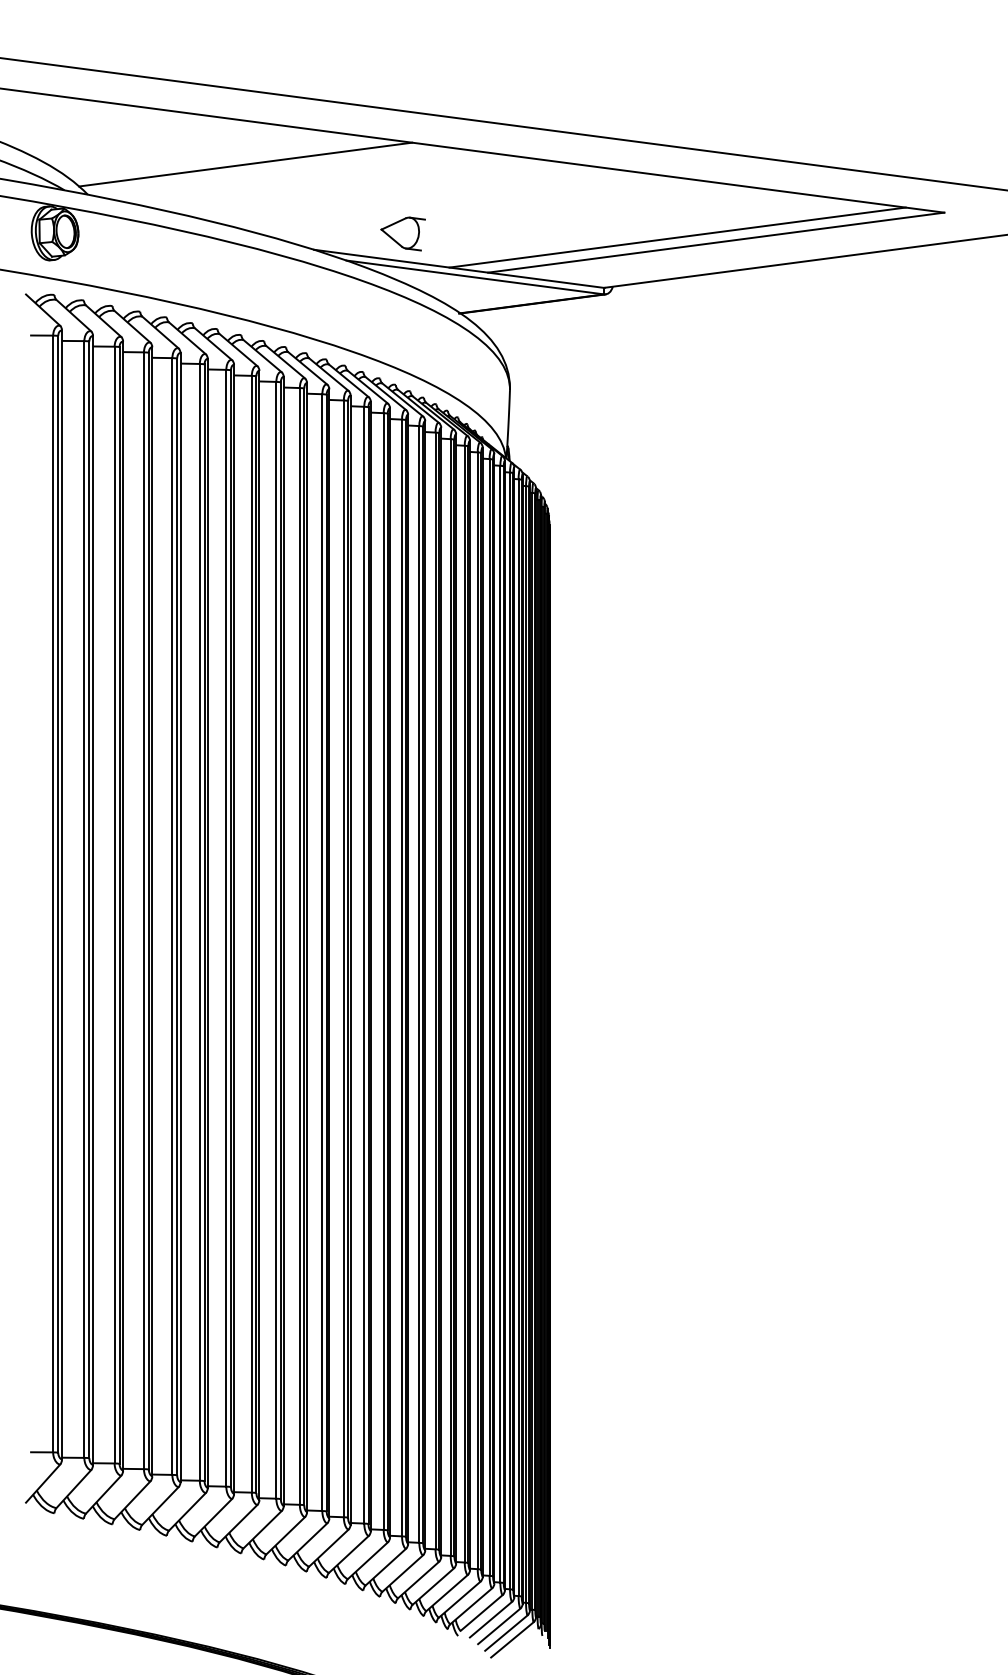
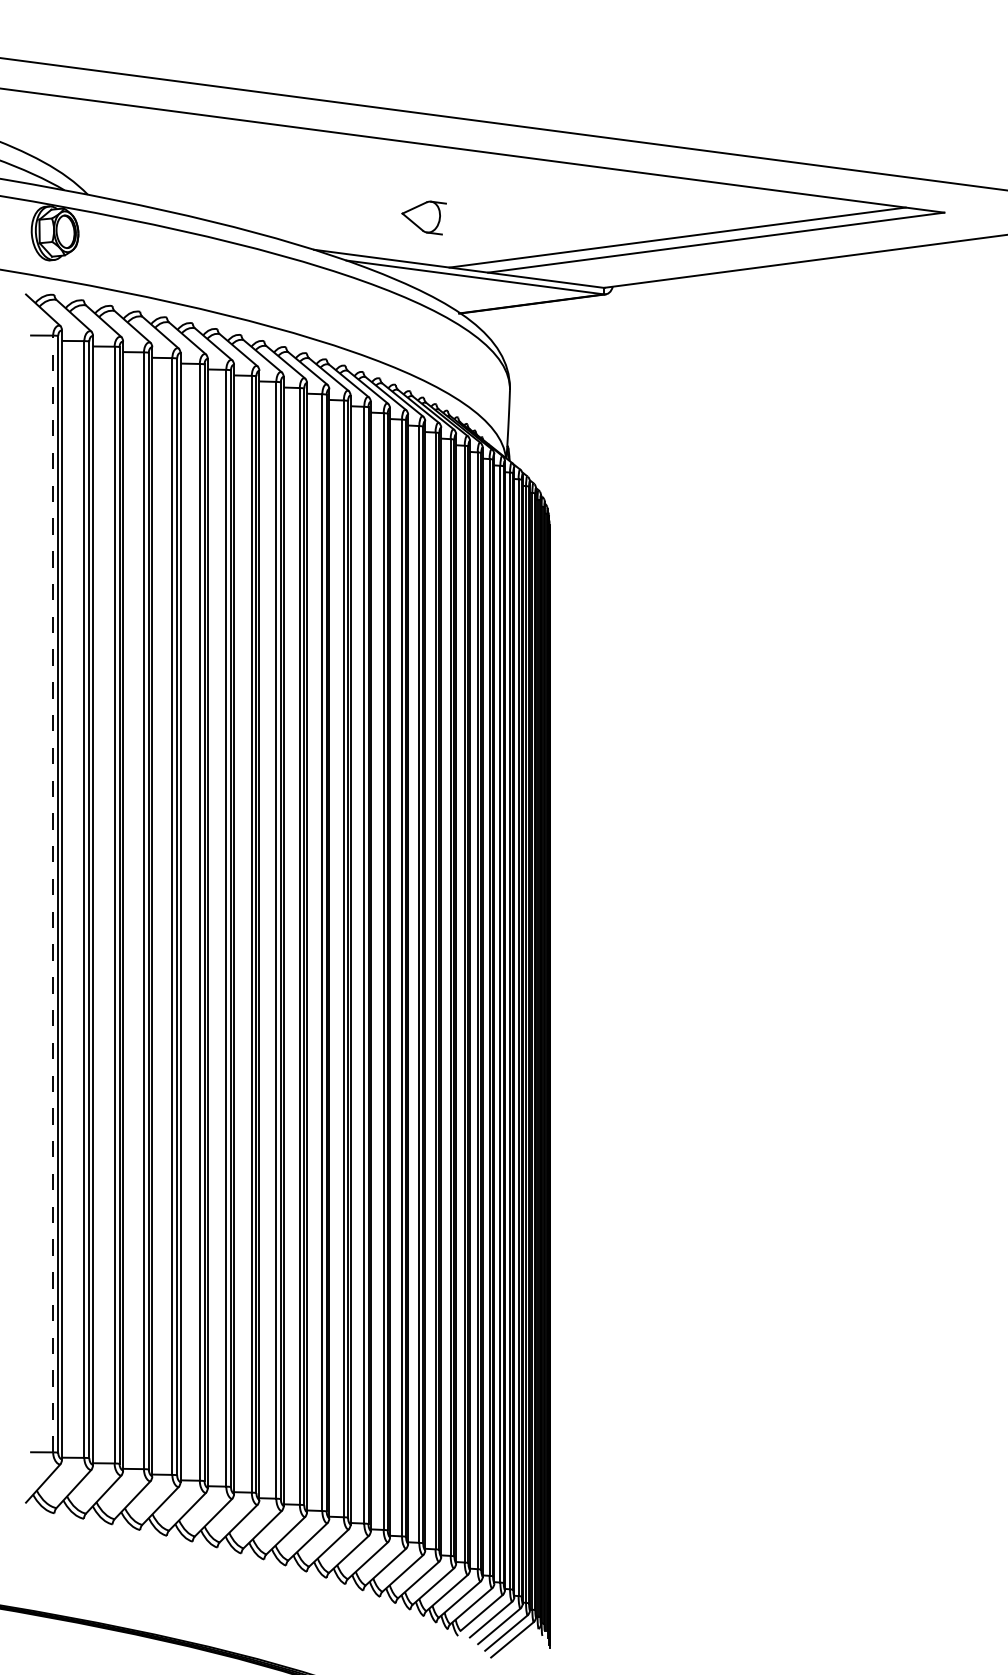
line at (245, 164): present -> none
part at (402, 233) position: (402, 233) -> (423, 217)
line at (53, 893): solid -> dashed
